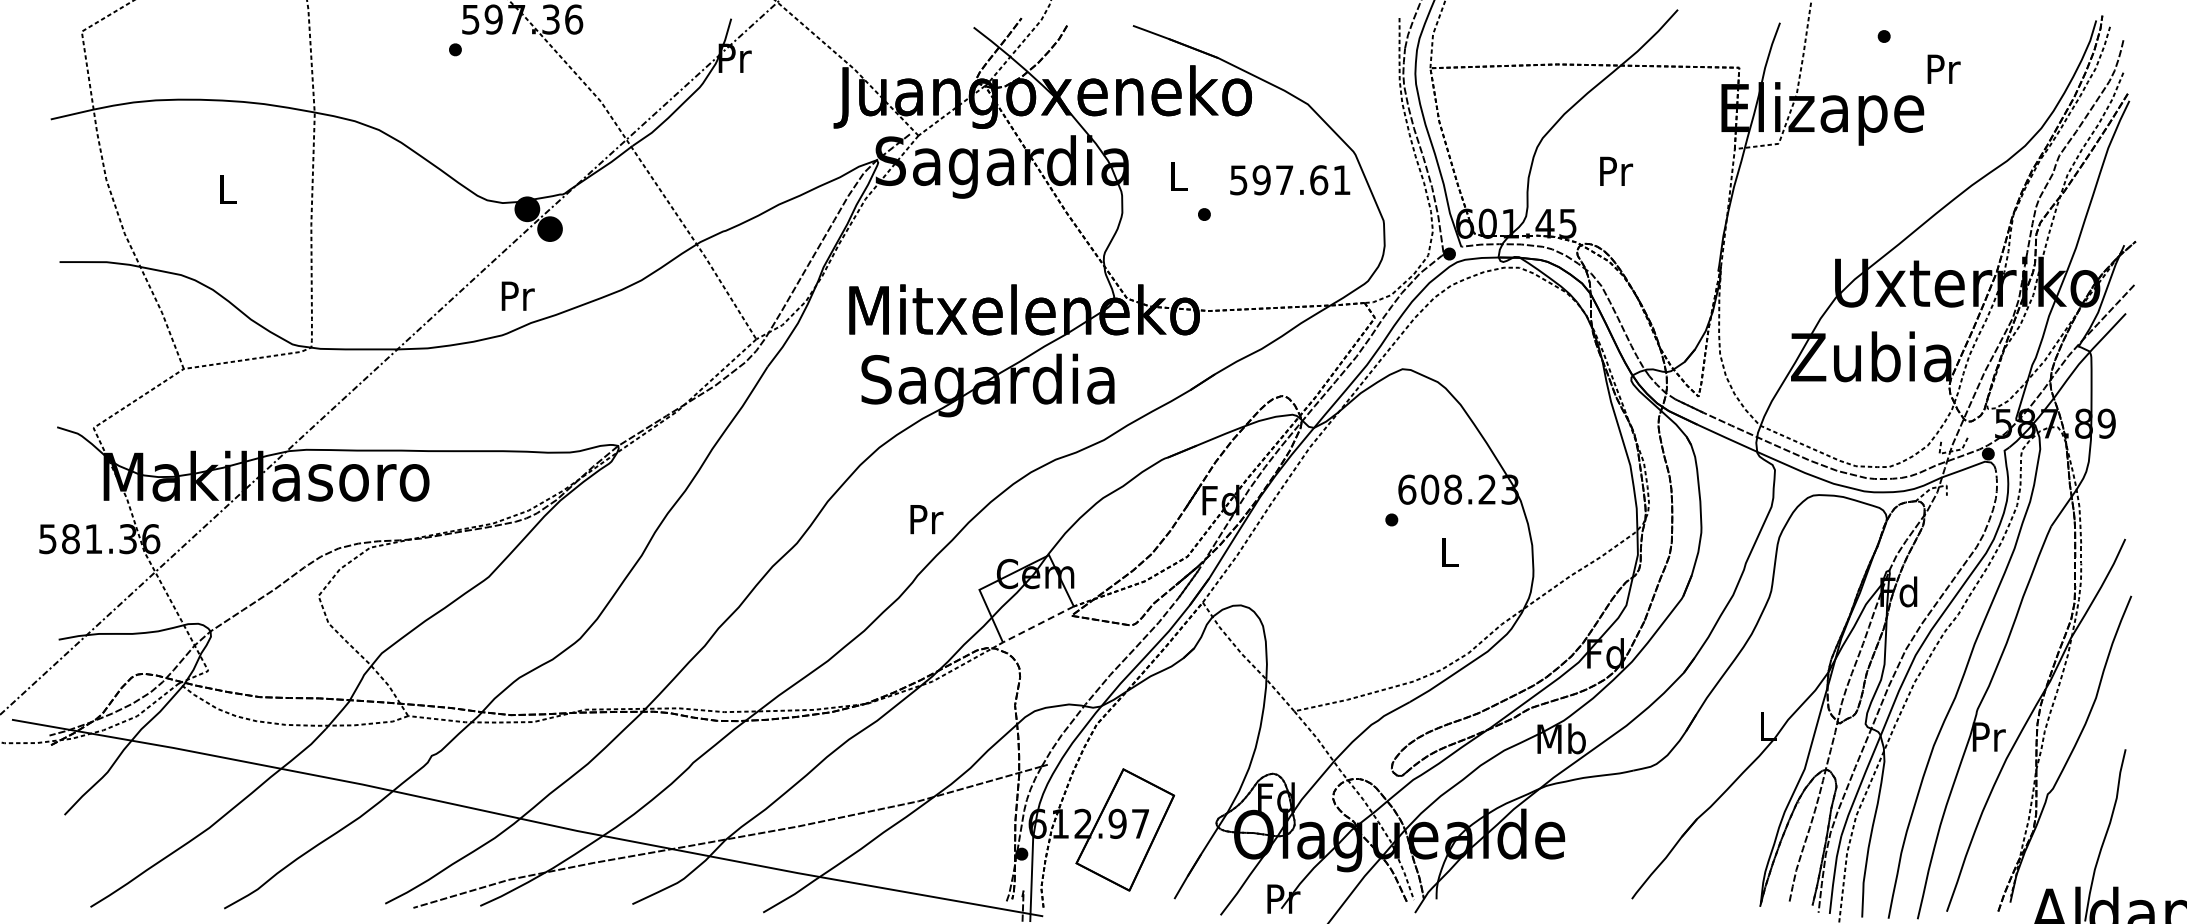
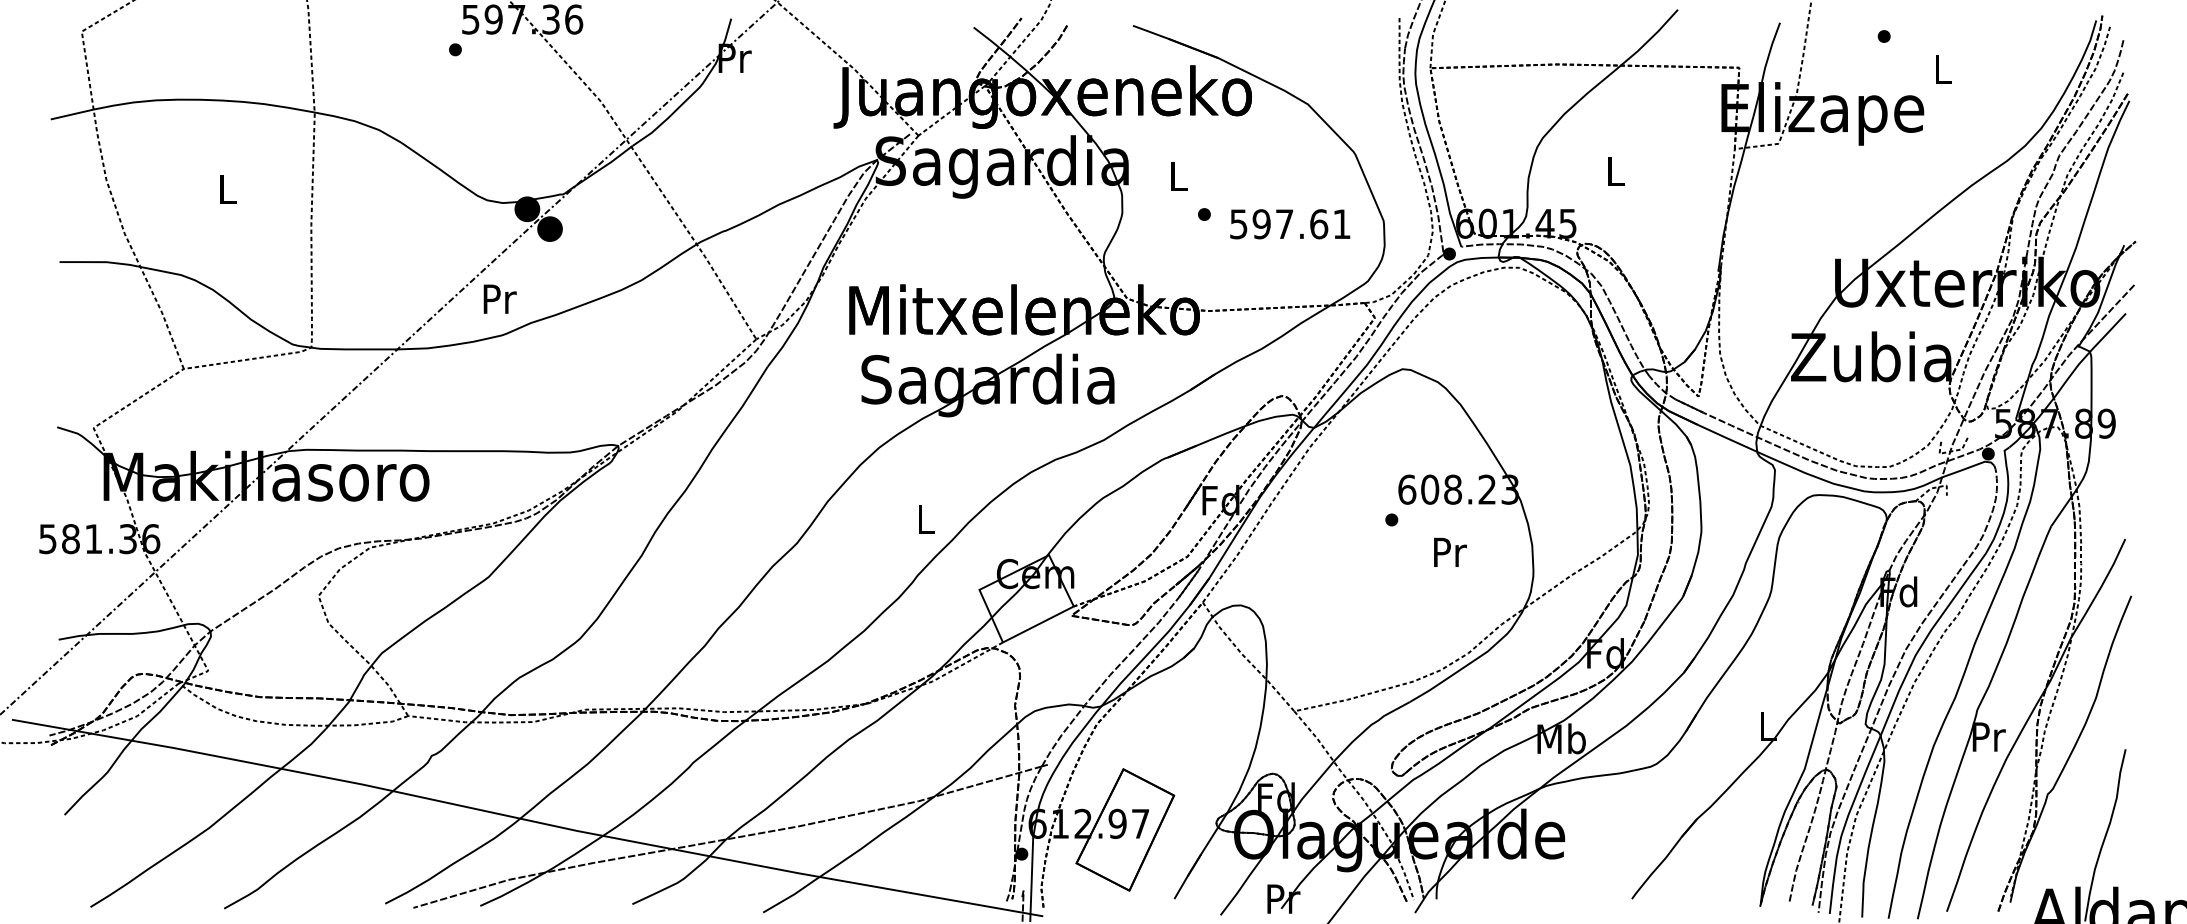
text at (1943, 68): Pr -> L
text at (1616, 170): Pr -> L
text at (1290, 180) position: (1290, 180) -> (1290, 224)
text at (517, 295) position: (517, 295) -> (499, 298)
text at (926, 519): Pr -> L
text at (1450, 551): L -> Pr
line at (1038, 624): dashed -> solid
